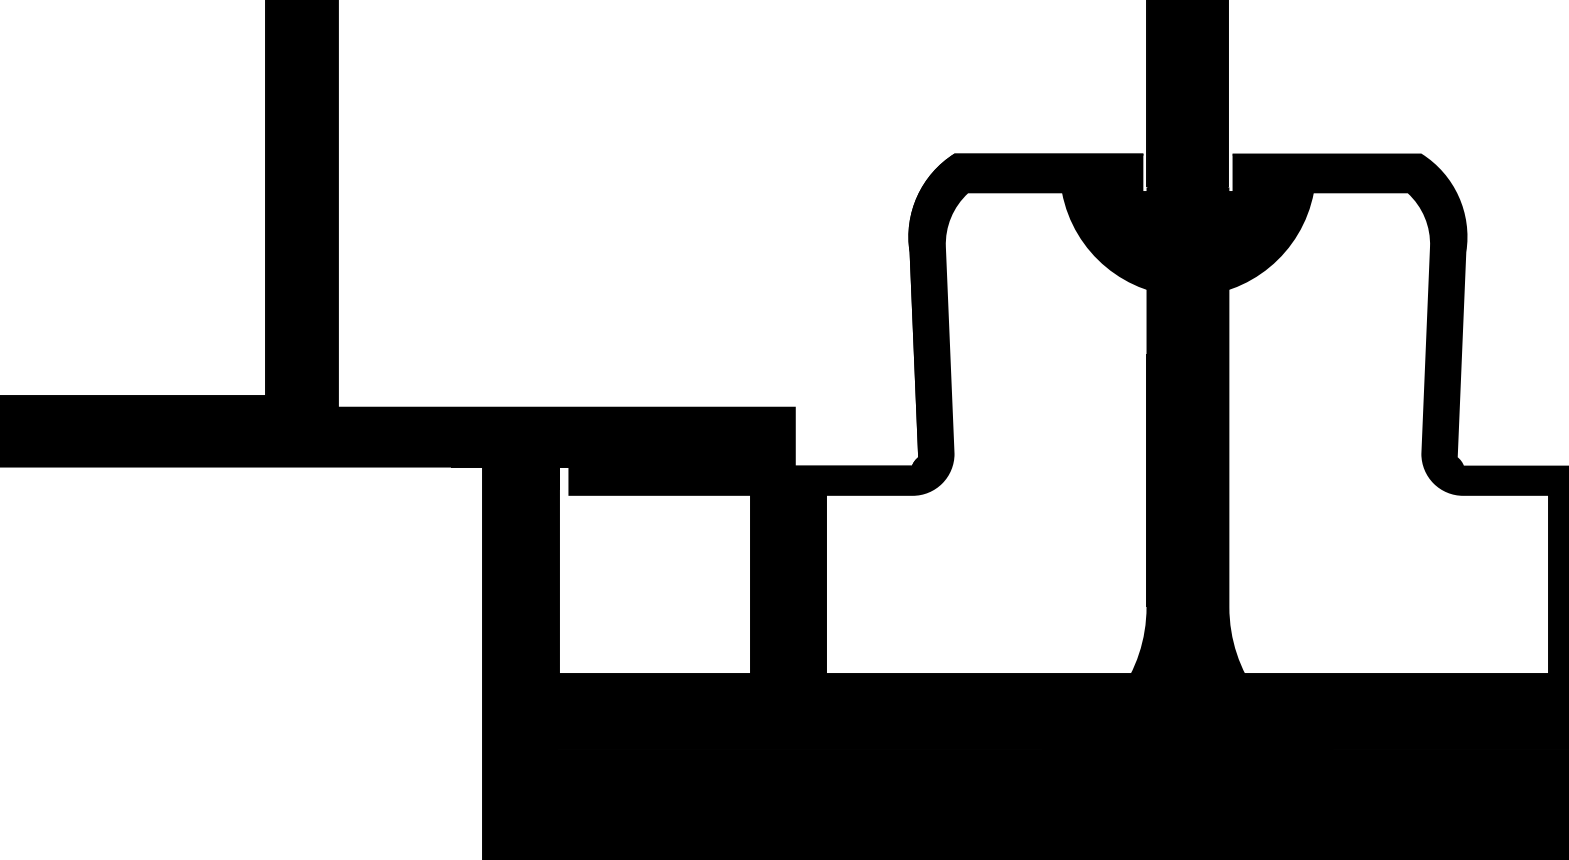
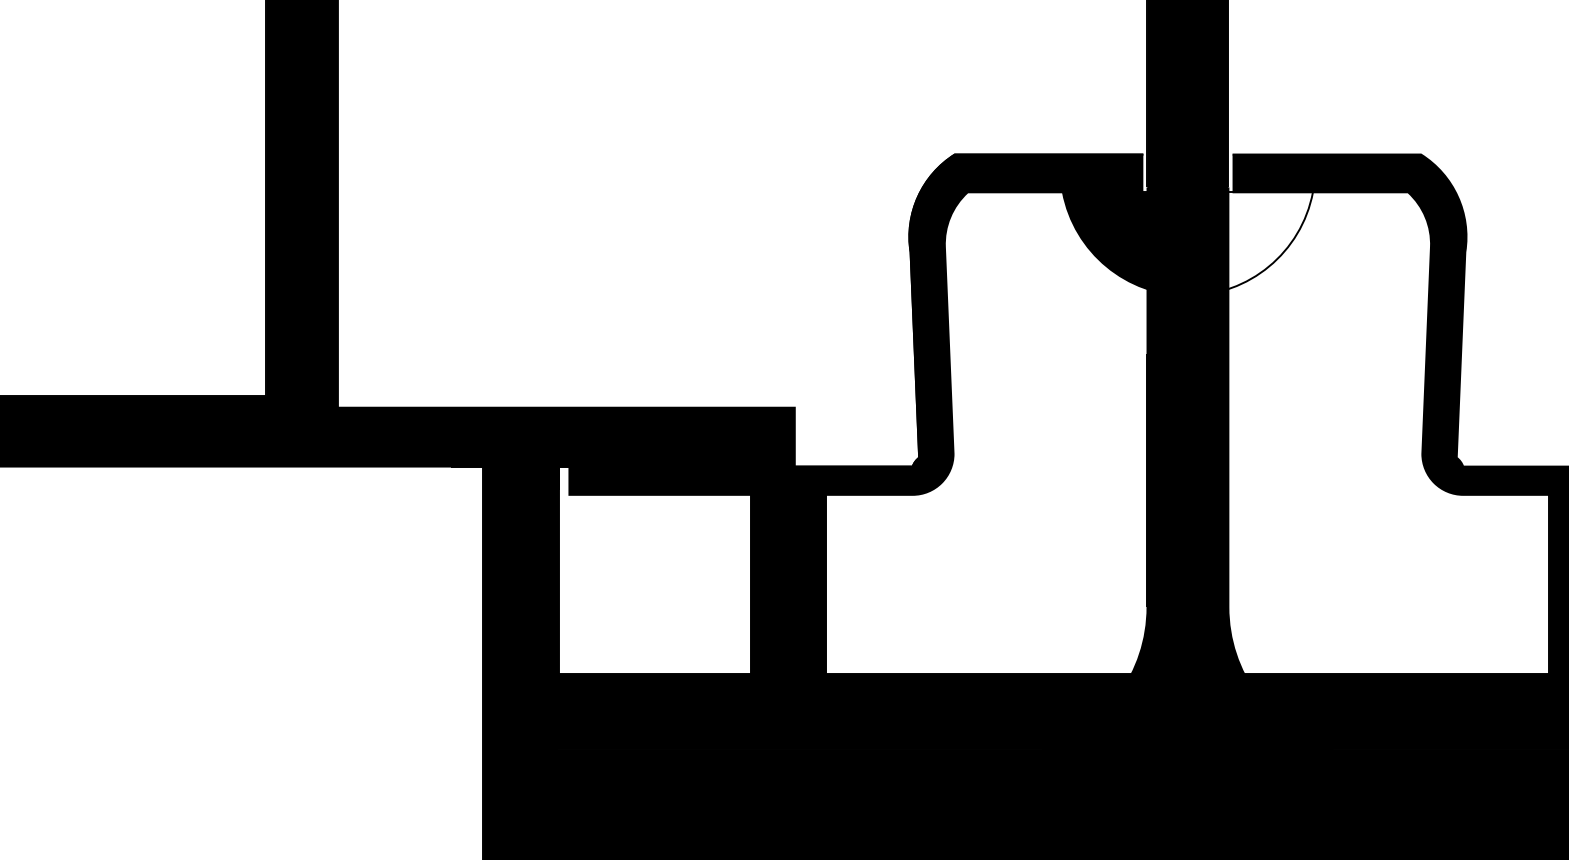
fill at (1270, 240): present -> none
